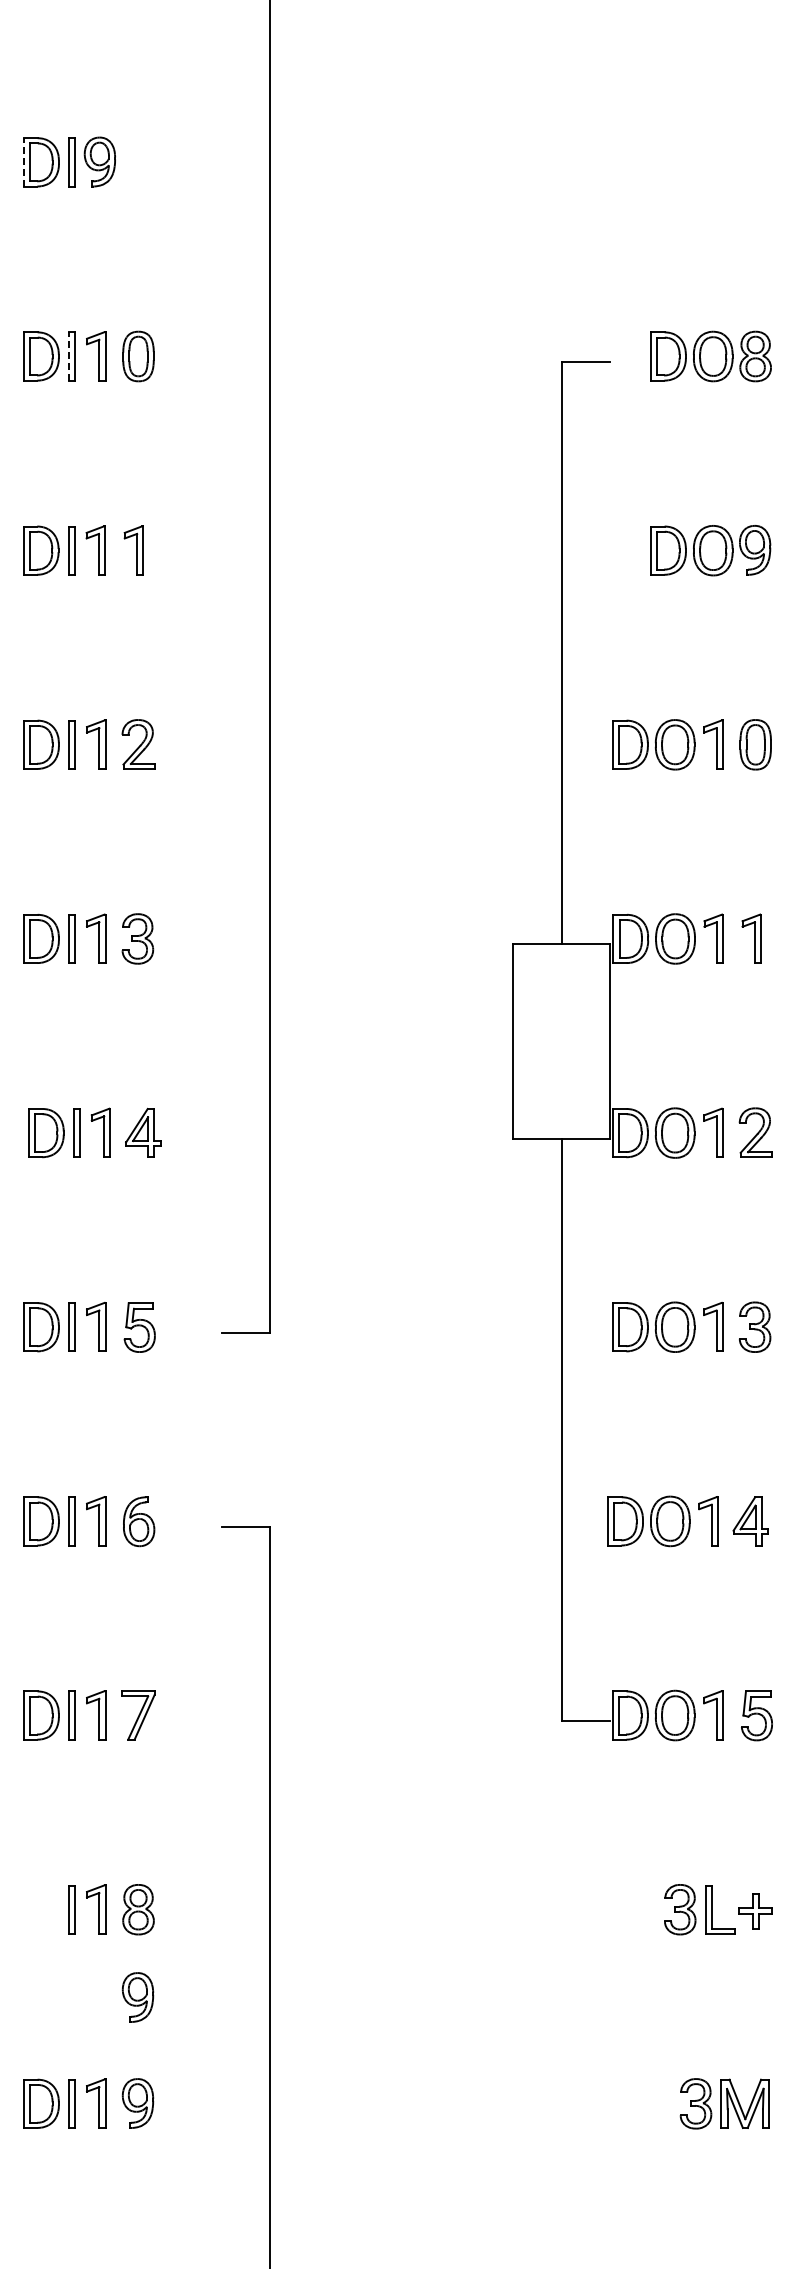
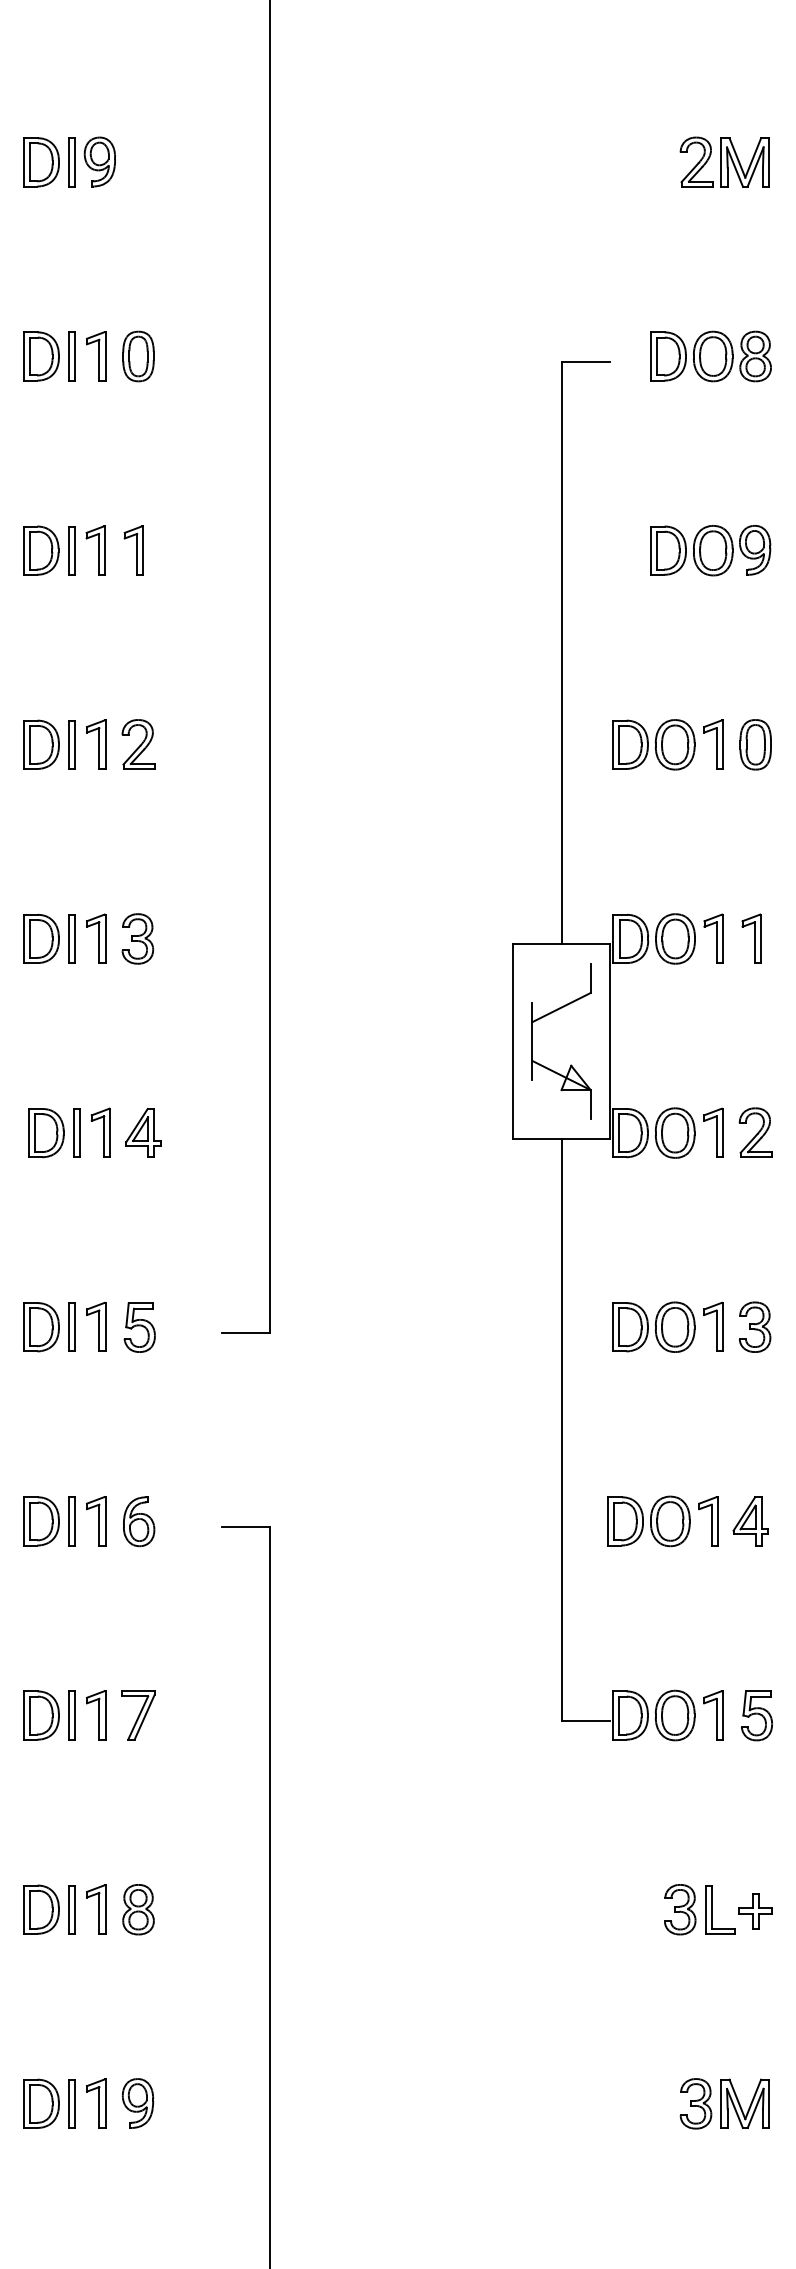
line at (24, 161): dashed -> solid
part at (724, 161): none -> present
line at (68, 356): dashed -> solid
part at (570, 1064): none -> present
part at (41, 1909): none -> present
part at (137, 1997): present -> none
